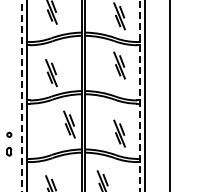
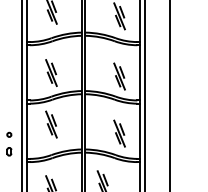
part at (119, 65) position: (119, 65) -> (119, 76)
line at (140, 95): dashed -> solid
line at (22, 96): dashed -> solid
part at (69, 124) position: (69, 124) -> (51, 124)
